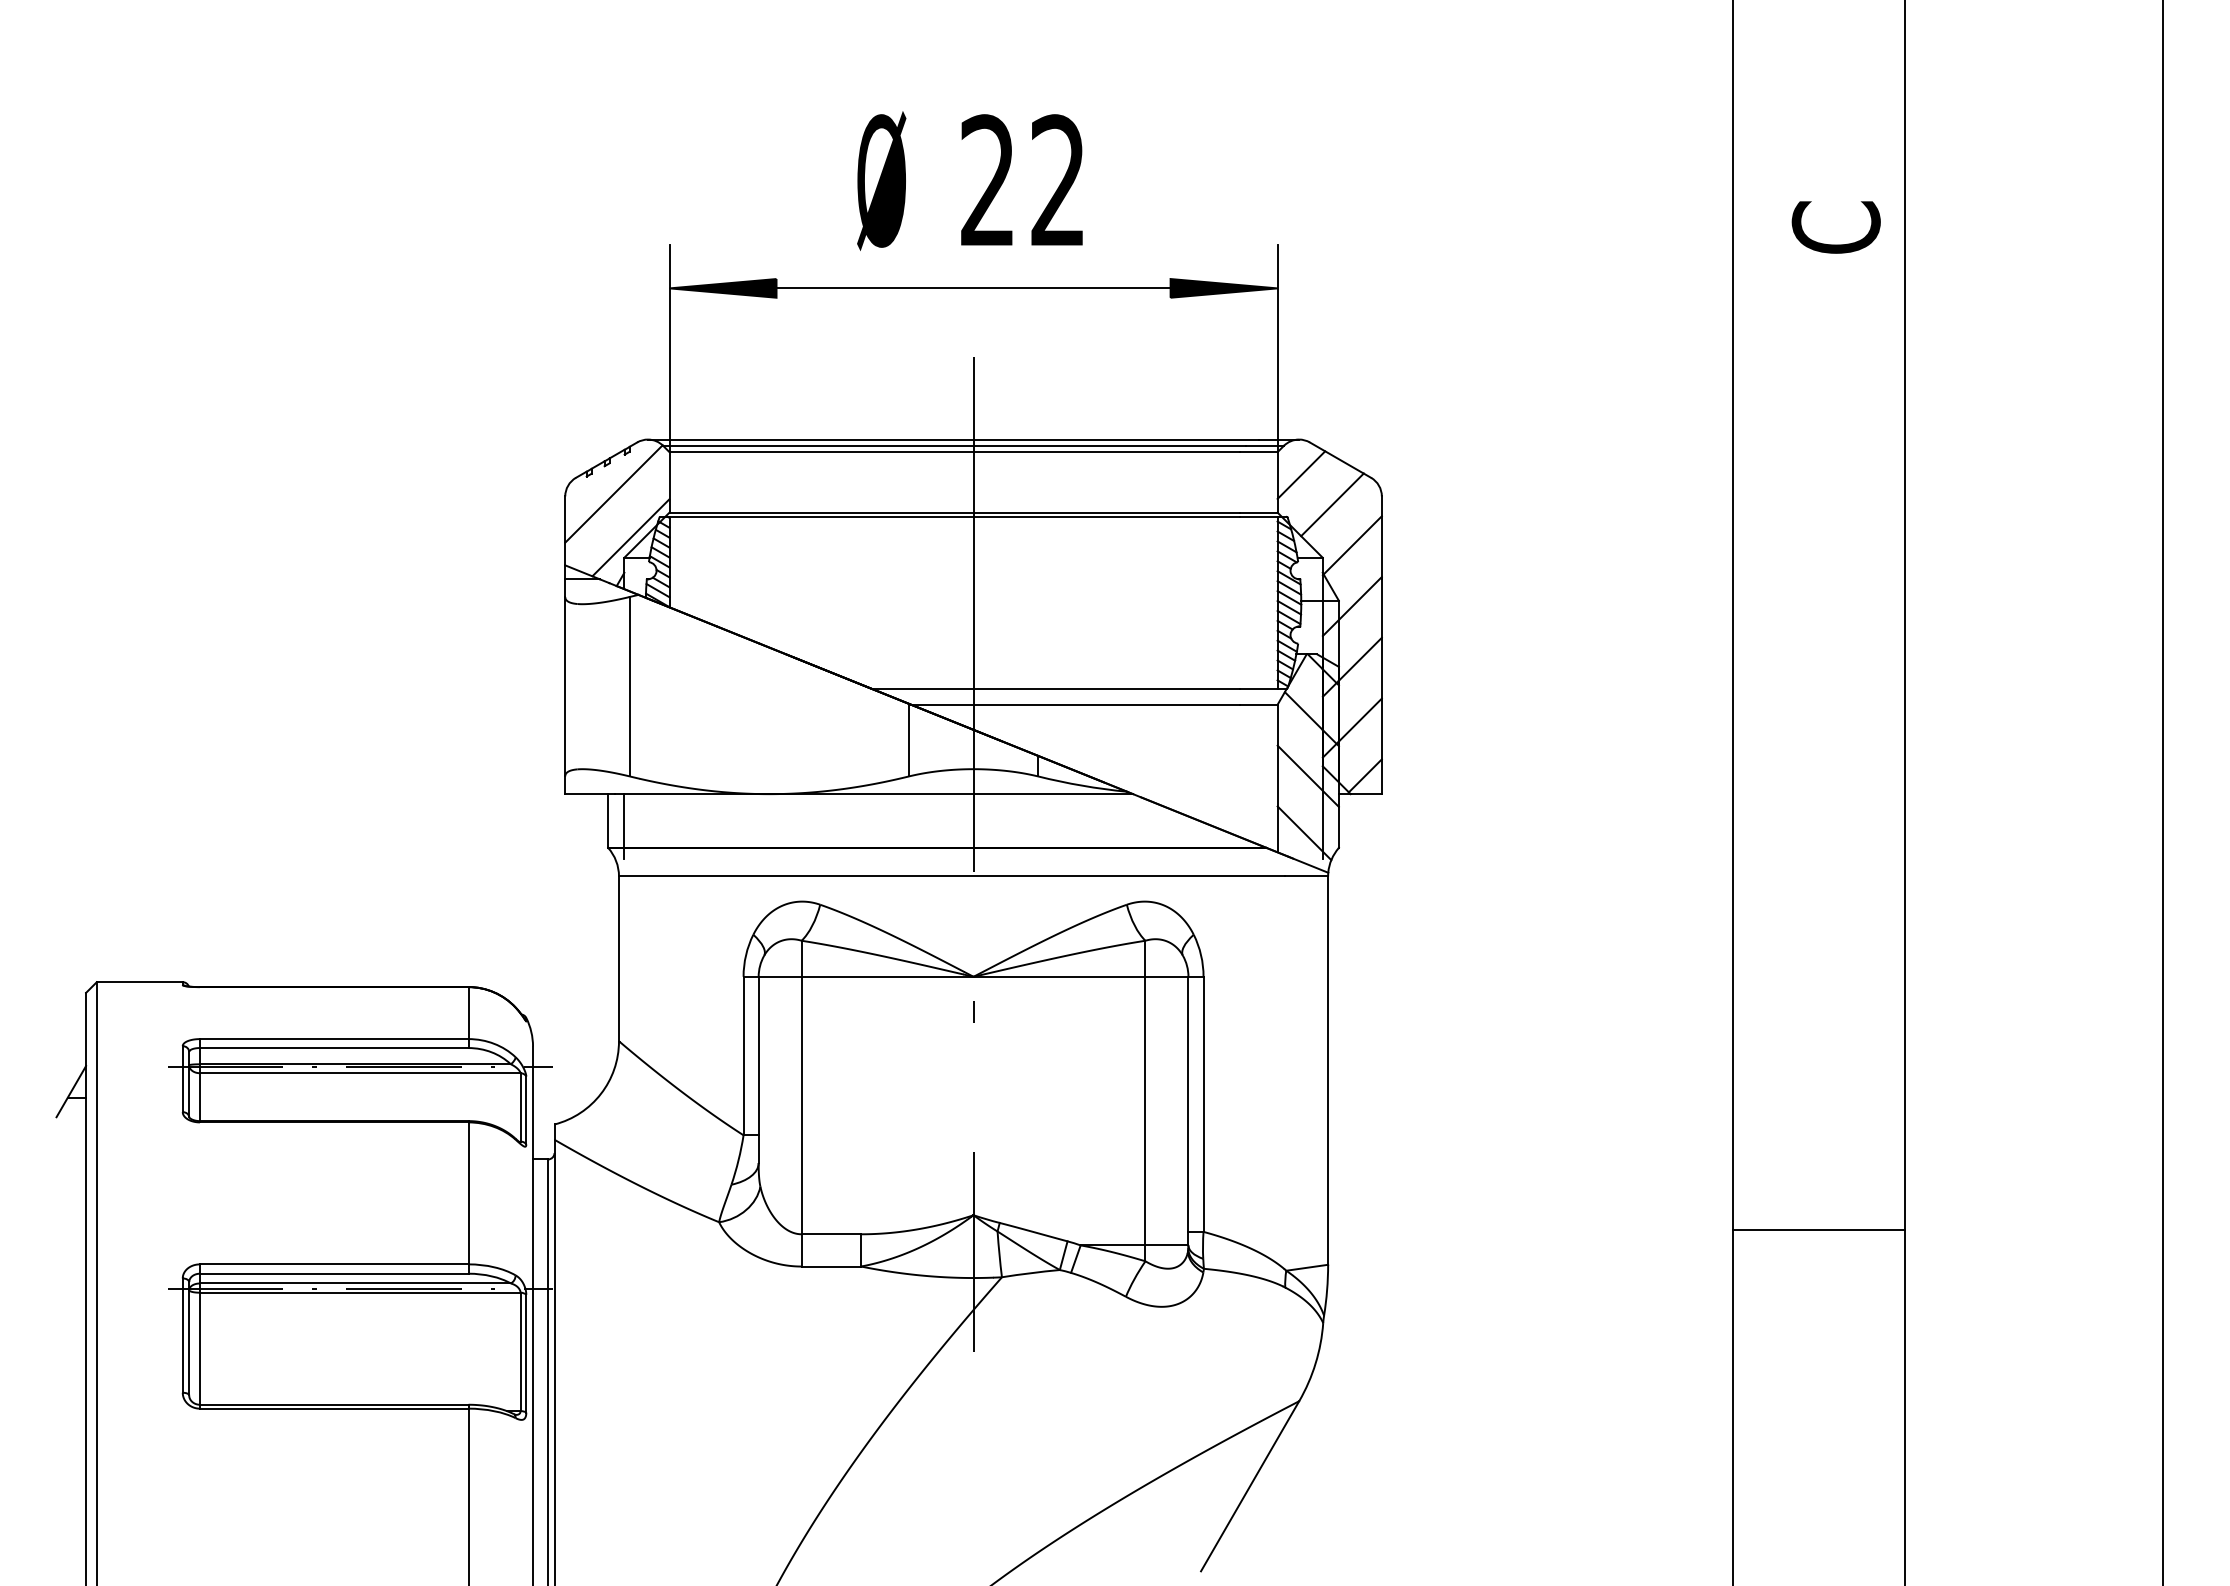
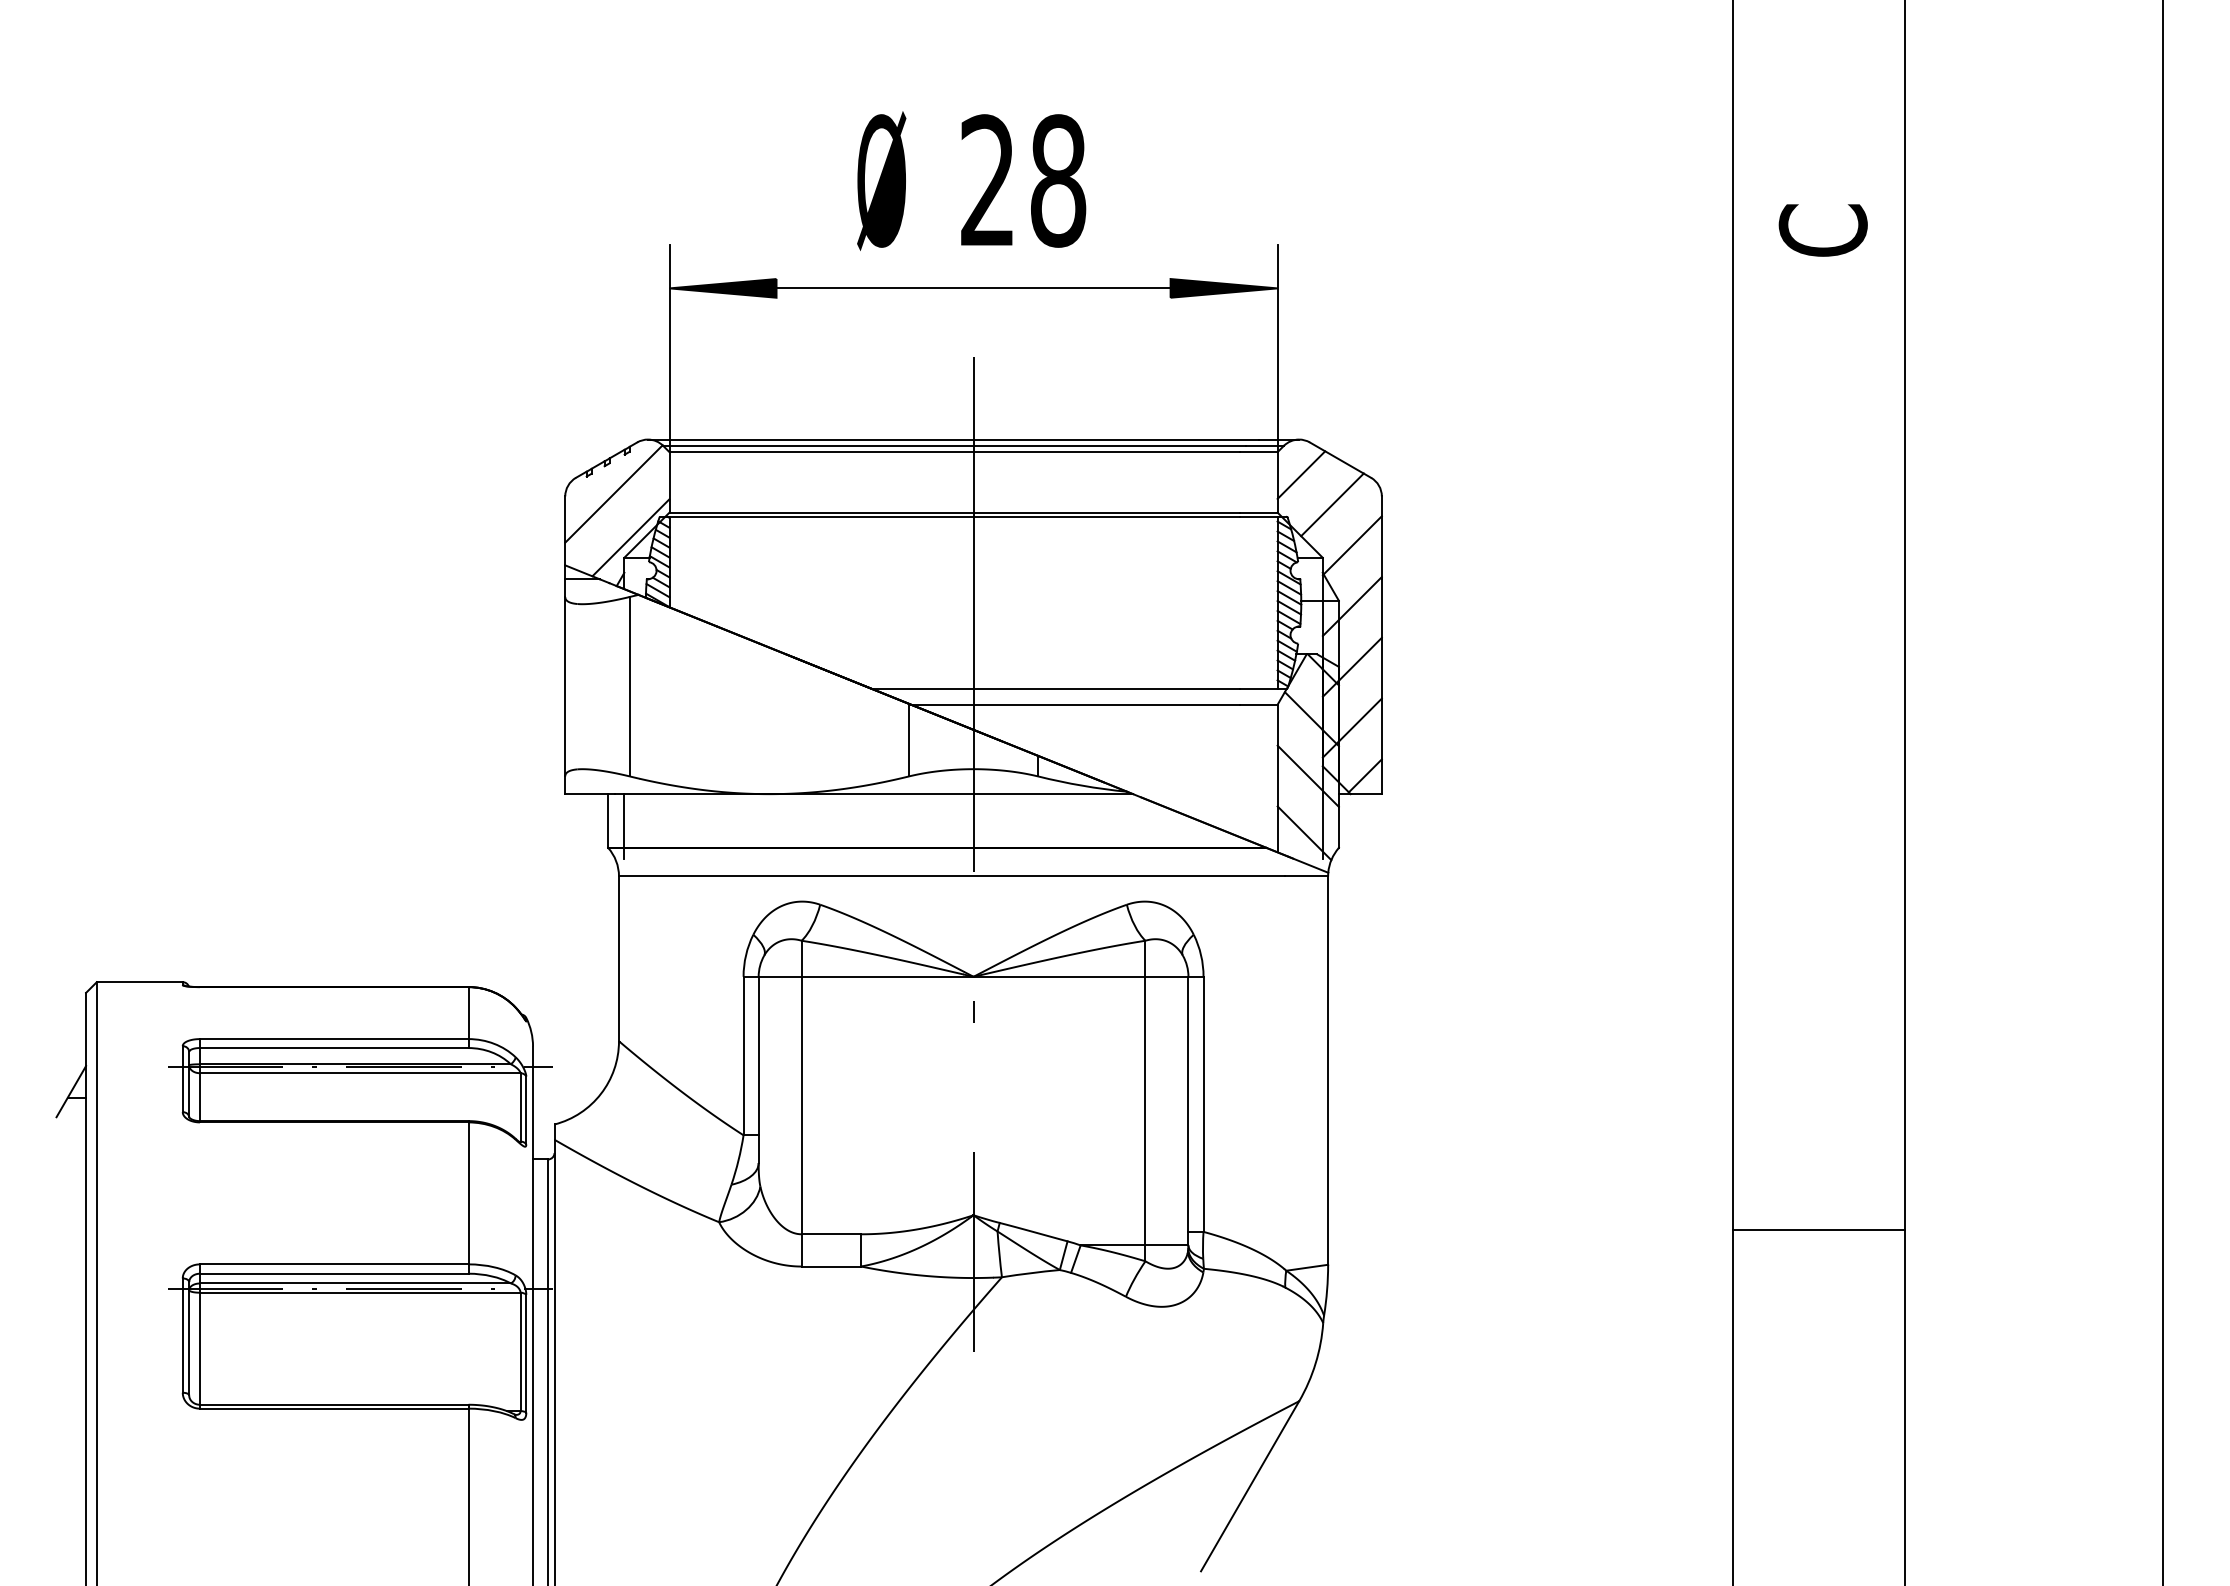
text at (1058, 180): 22 -> 28
text at (1835, 227) position: (1835, 227) -> (1822, 230)
